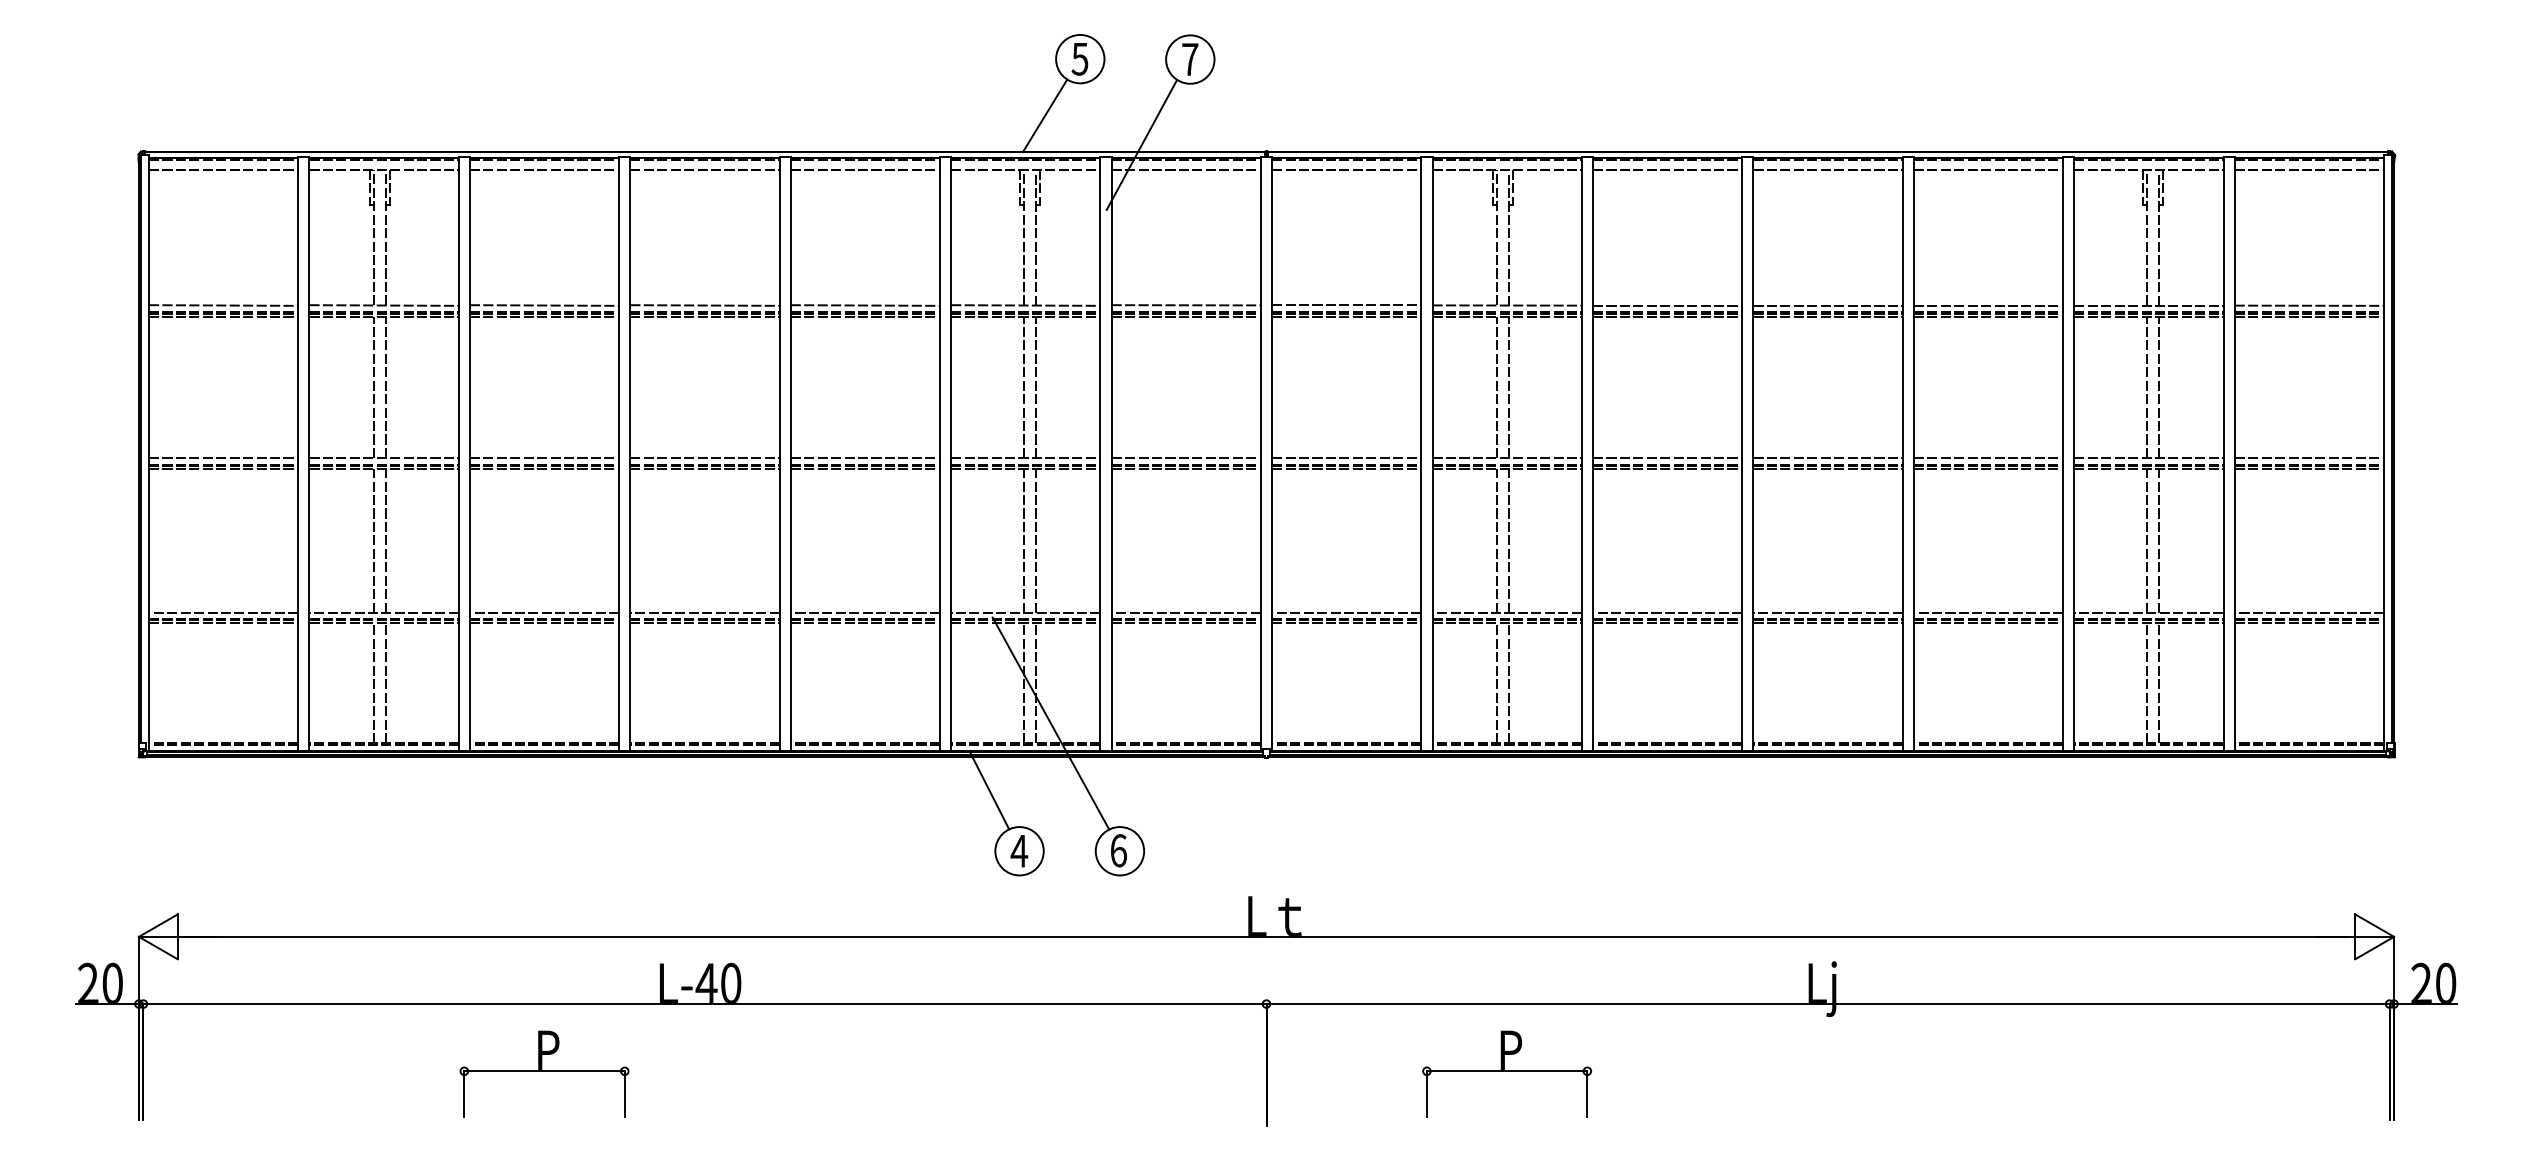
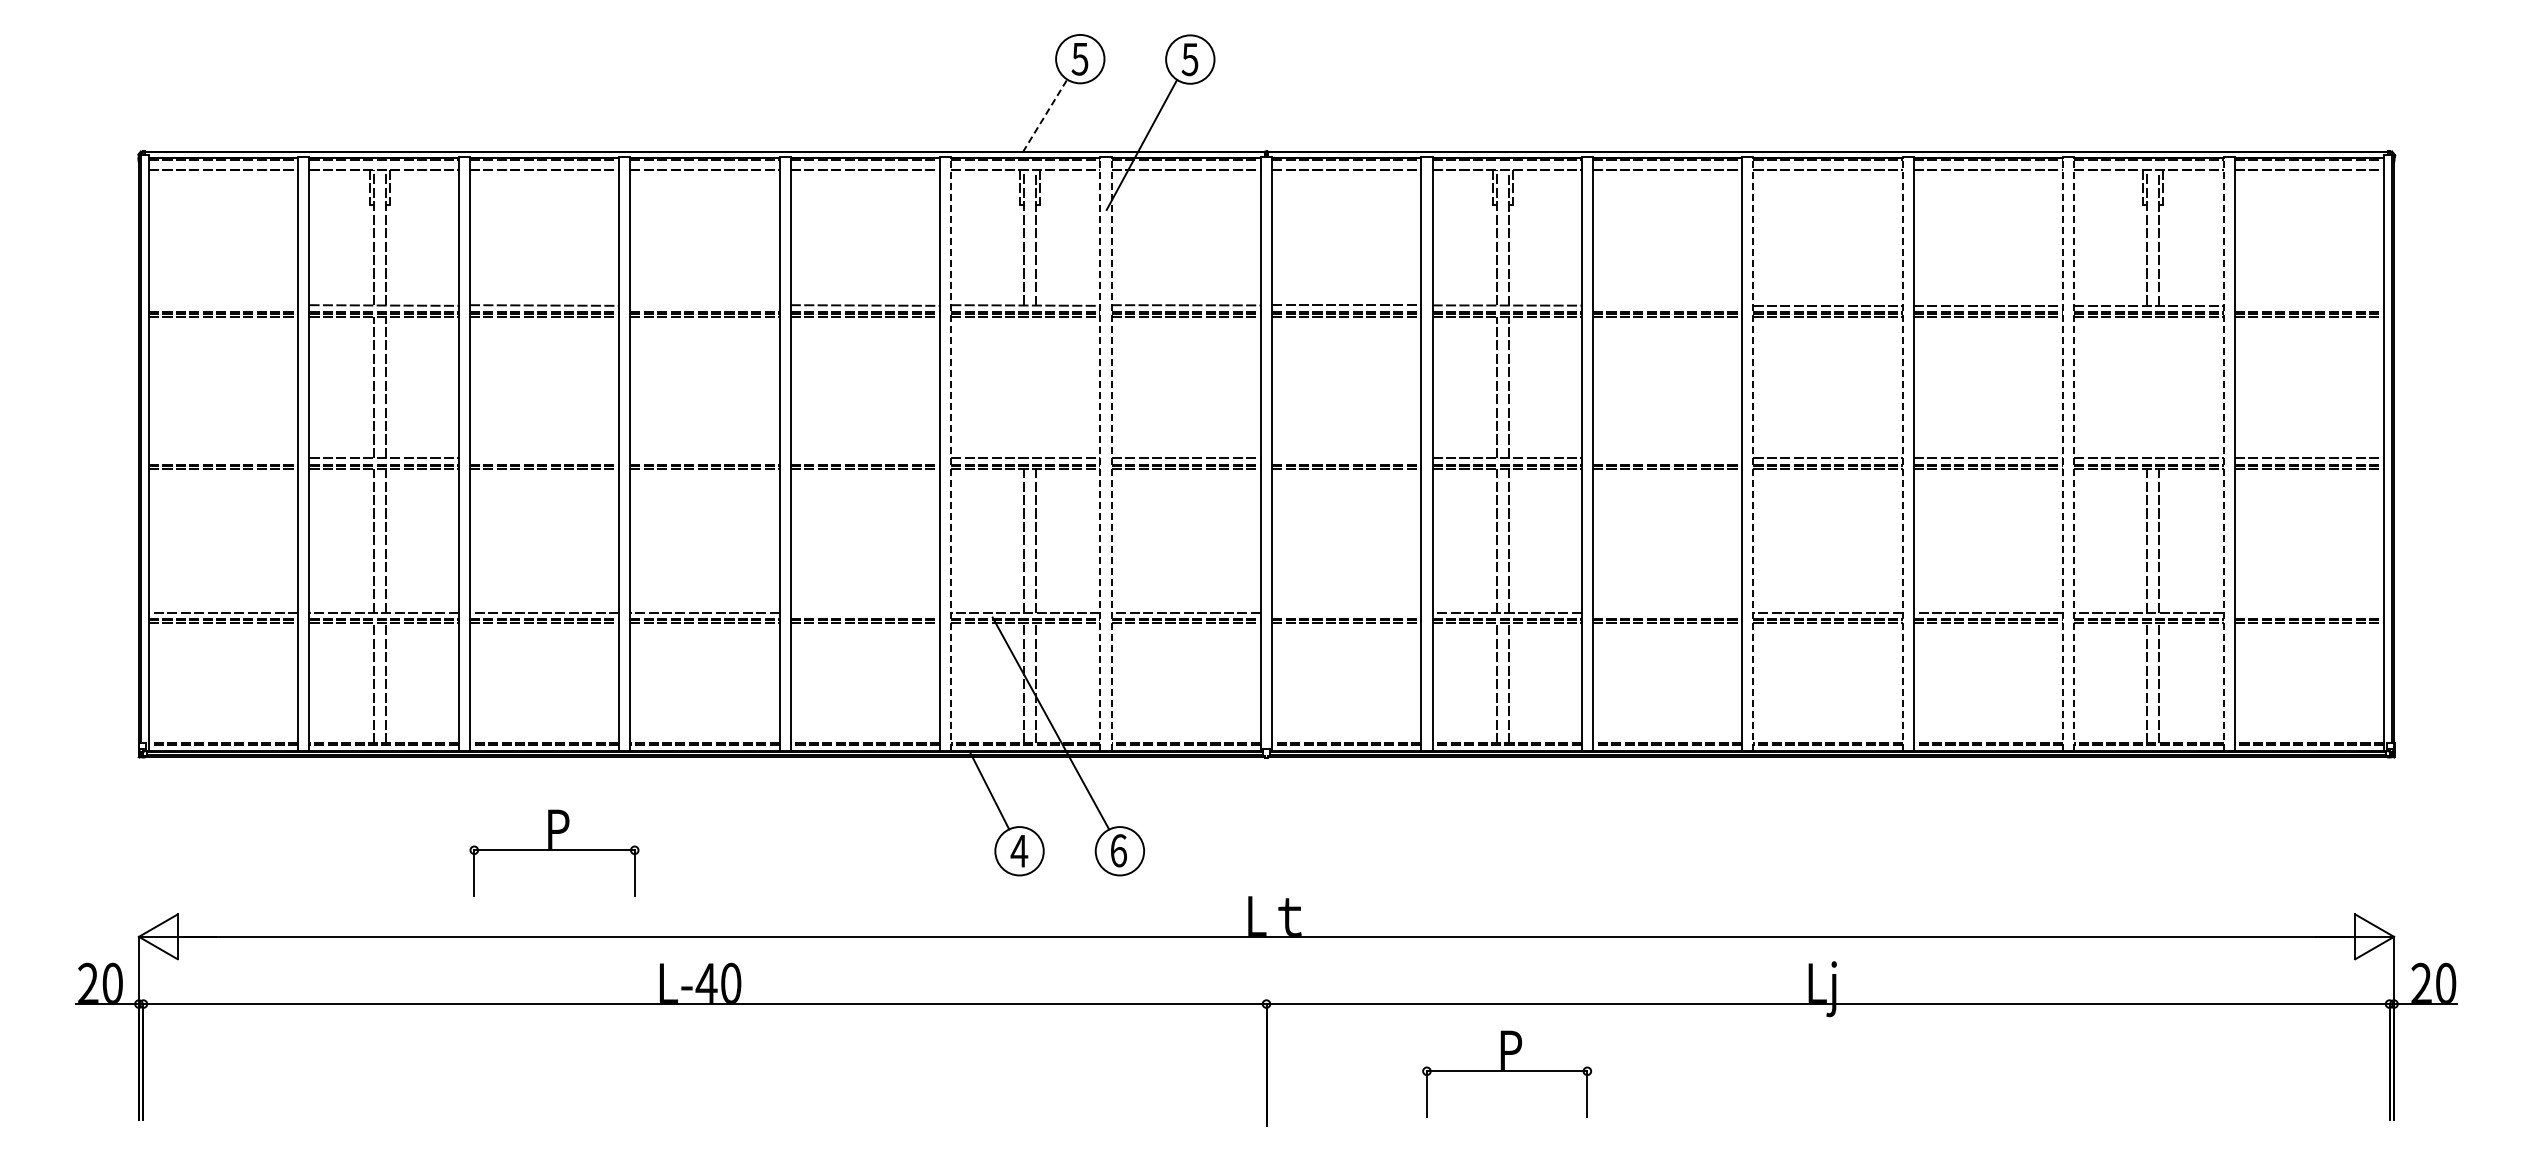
text at (1189, 59): 7 -> 5
line at (1045, 115): solid -> dashed
line at (223, 305): present -> none
line at (704, 305): present -> none
line at (1667, 305): present -> none
line at (2308, 305): present -> none
line at (1023, 387): present -> none
line at (1036, 387): present -> none
line at (2146, 387): present -> none
line at (2159, 387): present -> none
line at (951, 453): solid -> dashed
line at (1100, 453): solid -> dashed
line at (1111, 453): solid -> dashed
line at (1753, 453): solid -> dashed
line at (1902, 453): solid -> dashed
line at (2063, 453): solid -> dashed
line at (2074, 453): solid -> dashed
line at (2223, 453): solid -> dashed
line at (223, 458): present -> none
line at (544, 458): present -> none
line at (704, 458): present -> none
line at (865, 458): present -> none
line at (1346, 458): present -> none
line at (1667, 458): present -> none
line at (865, 612): present -> none
line at (1346, 612): present -> none
line at (1667, 612): present -> none
line at (2308, 612): present -> none
part at (544, 1073) position: (544, 1073) -> (554, 852)
